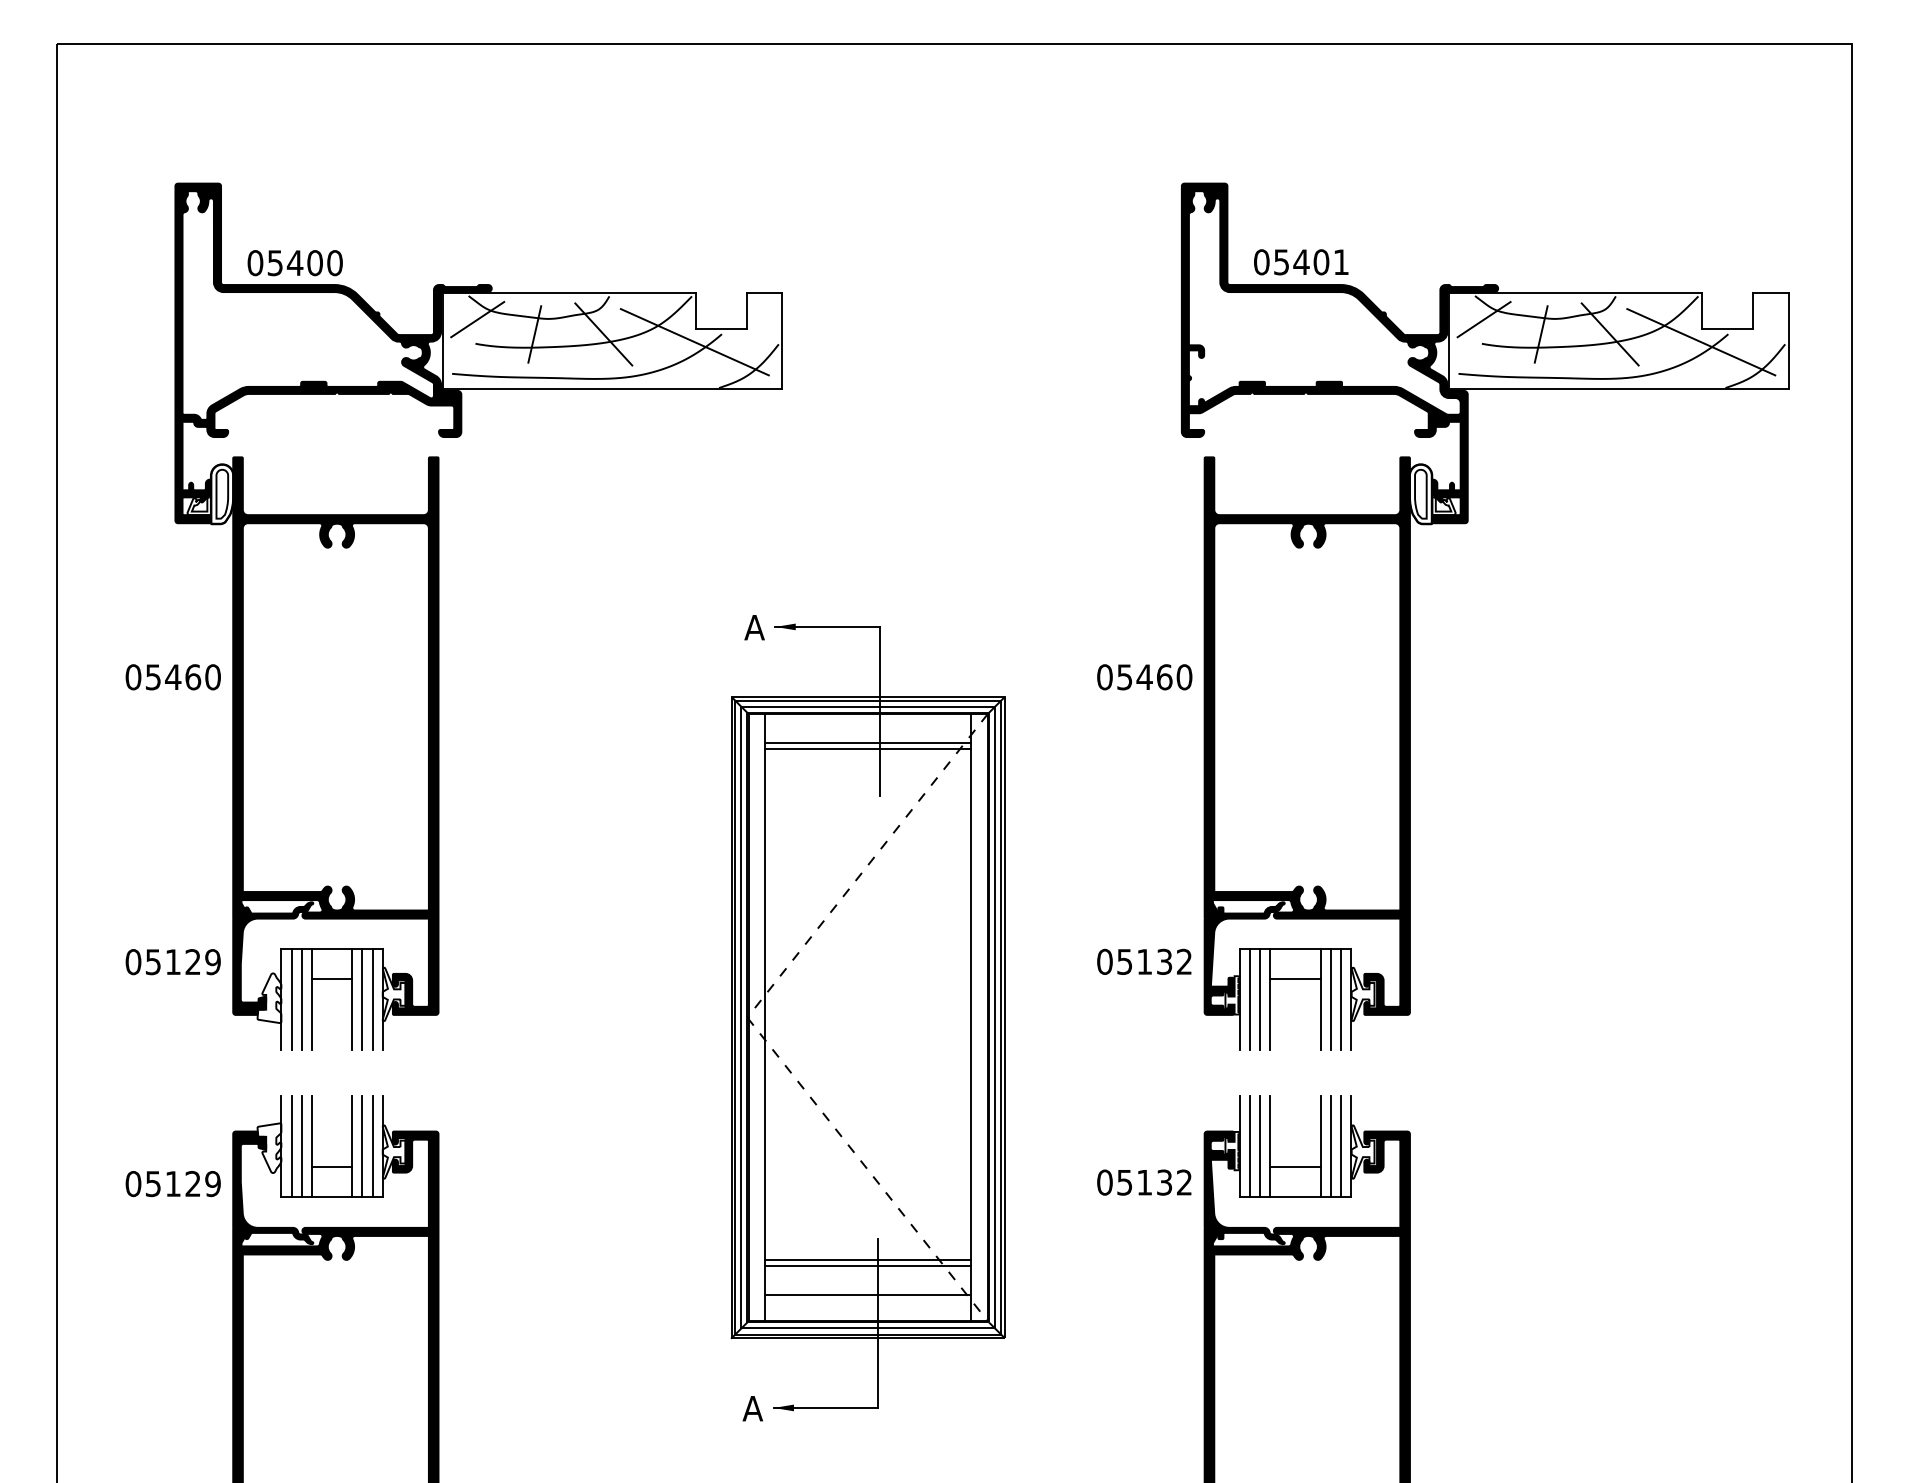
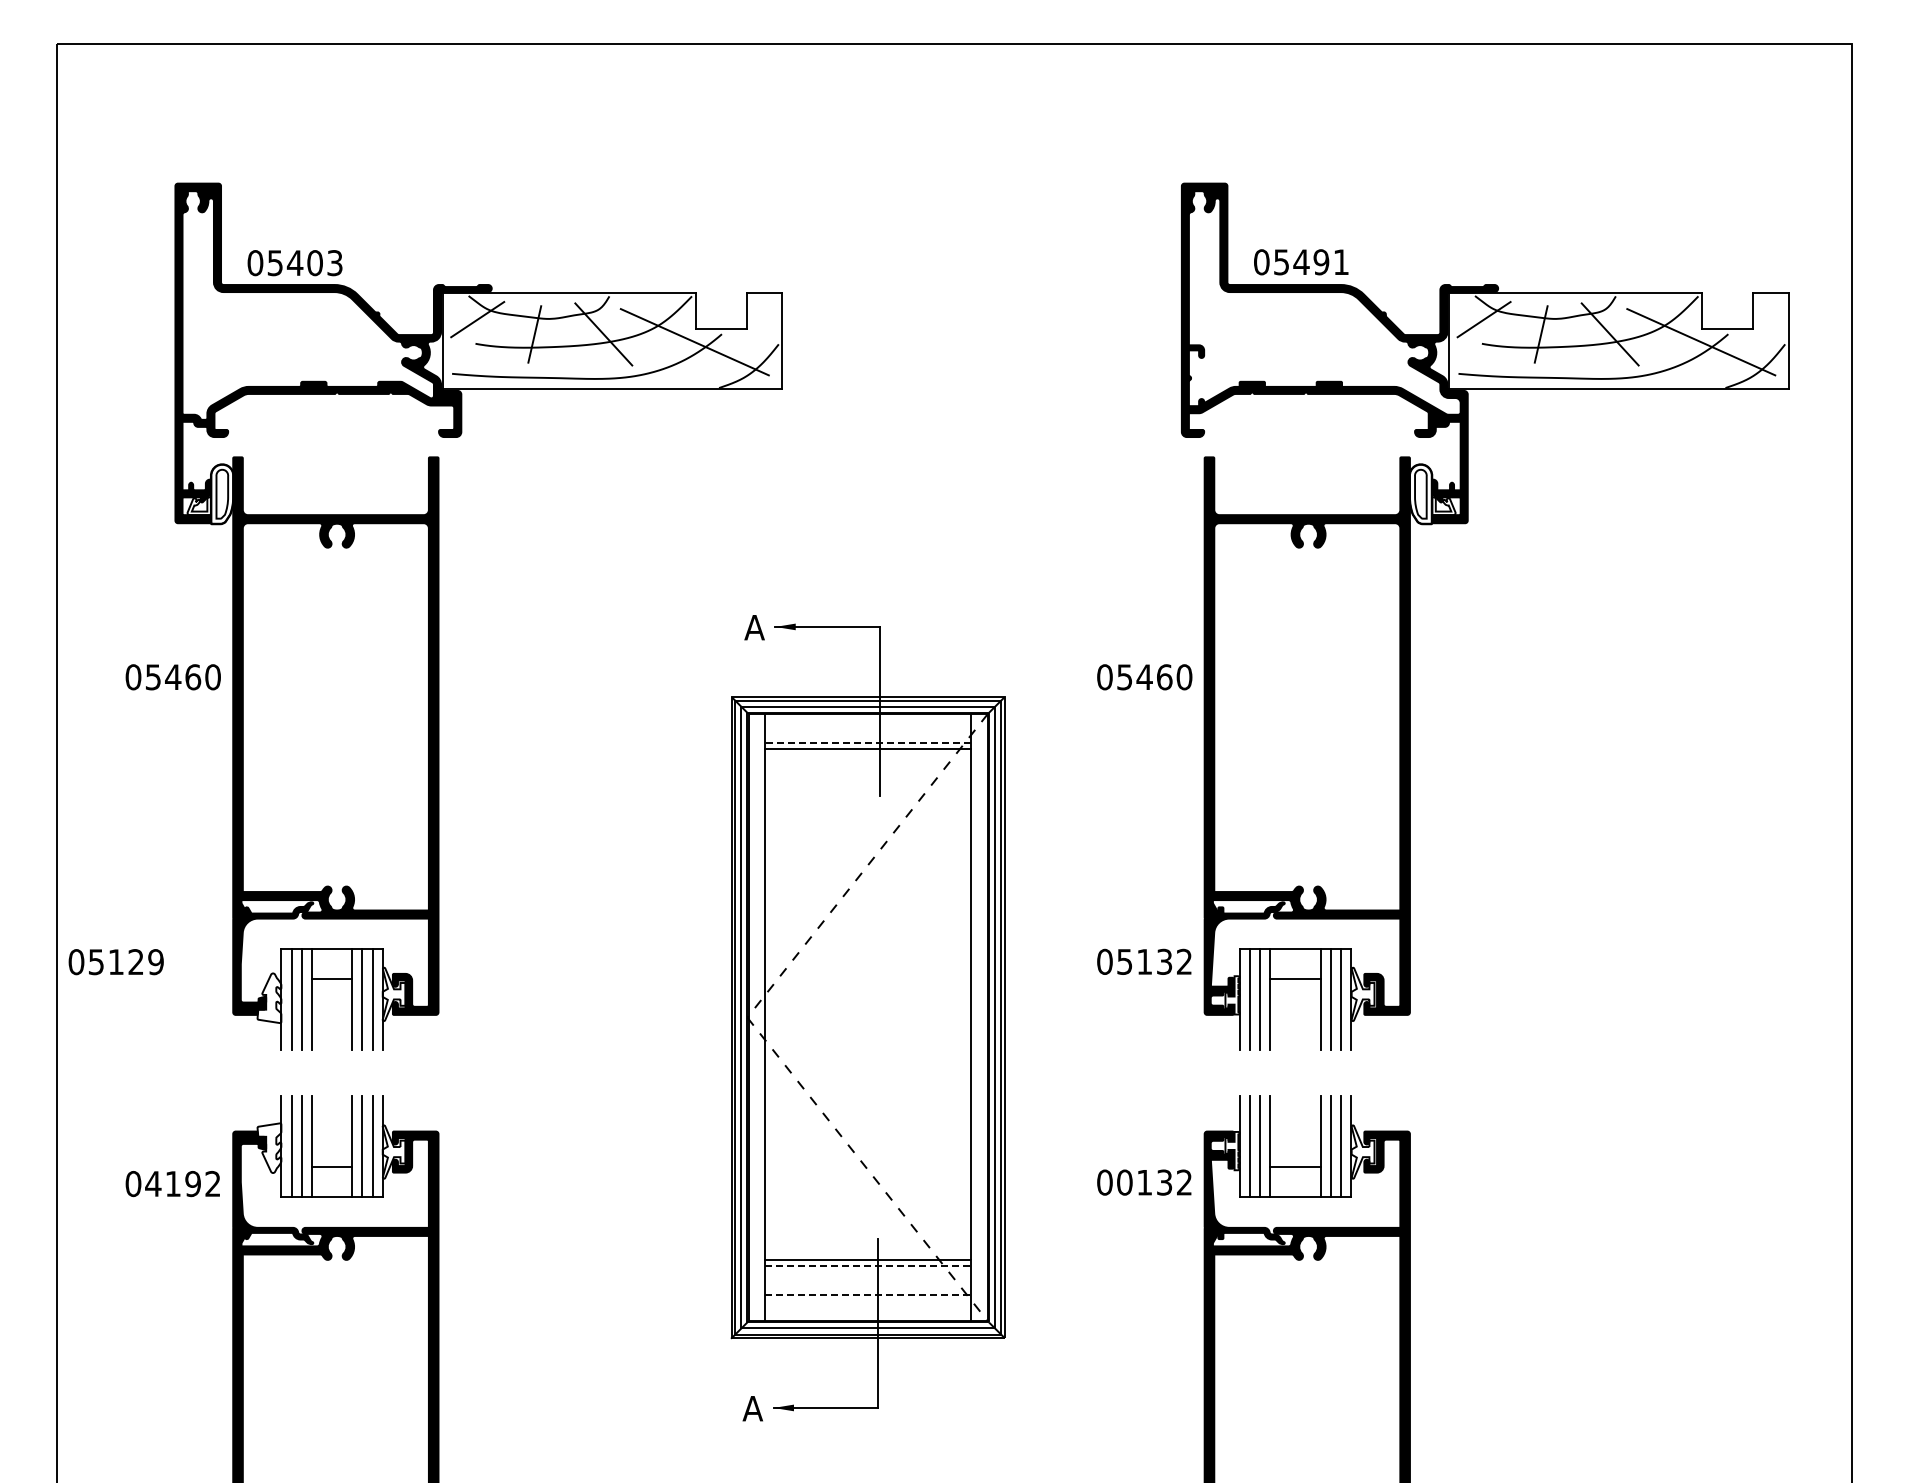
text at (1321, 262): 05401 -> 05491
text at (334, 263): 05400 -> 05403
line at (868, 743): solid -> dashed
text at (172, 962) position: (172, 962) -> (115, 962)
text at (1124, 1182): 05132 -> 00132
text at (182, 1184): 05129 -> 04192
line at (868, 1265): solid -> dashed
line at (868, 1295): solid -> dashed
